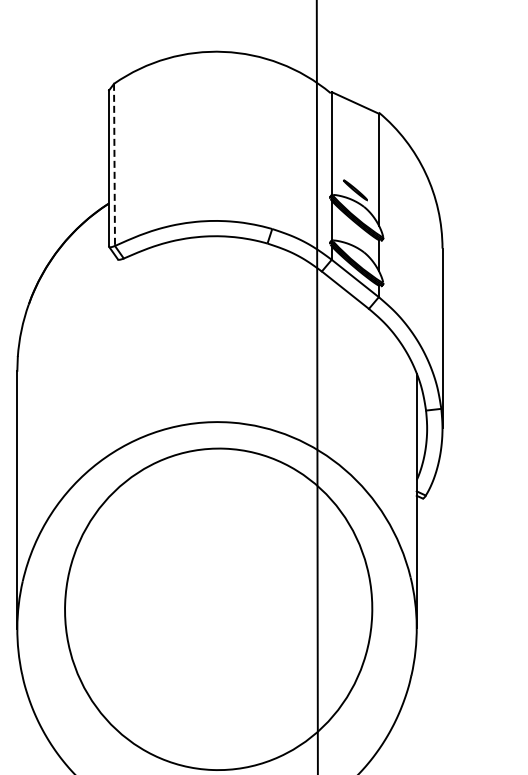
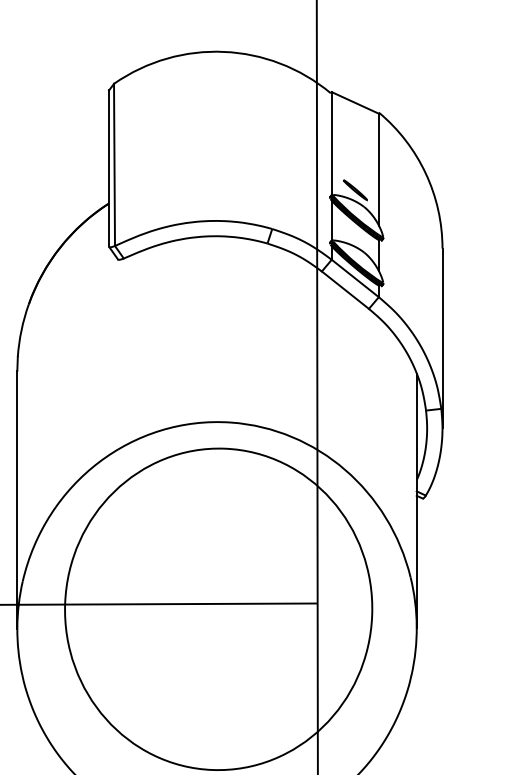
line at (114, 165): dashed -> solid
line at (158, 603): none -> present
